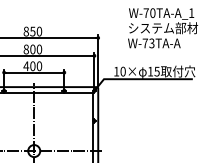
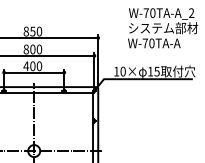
text at (191, 12): W-70TA-A_1 -> W-70TA-A_2
text at (151, 43): W-73TA-A -> W-70TA-A
